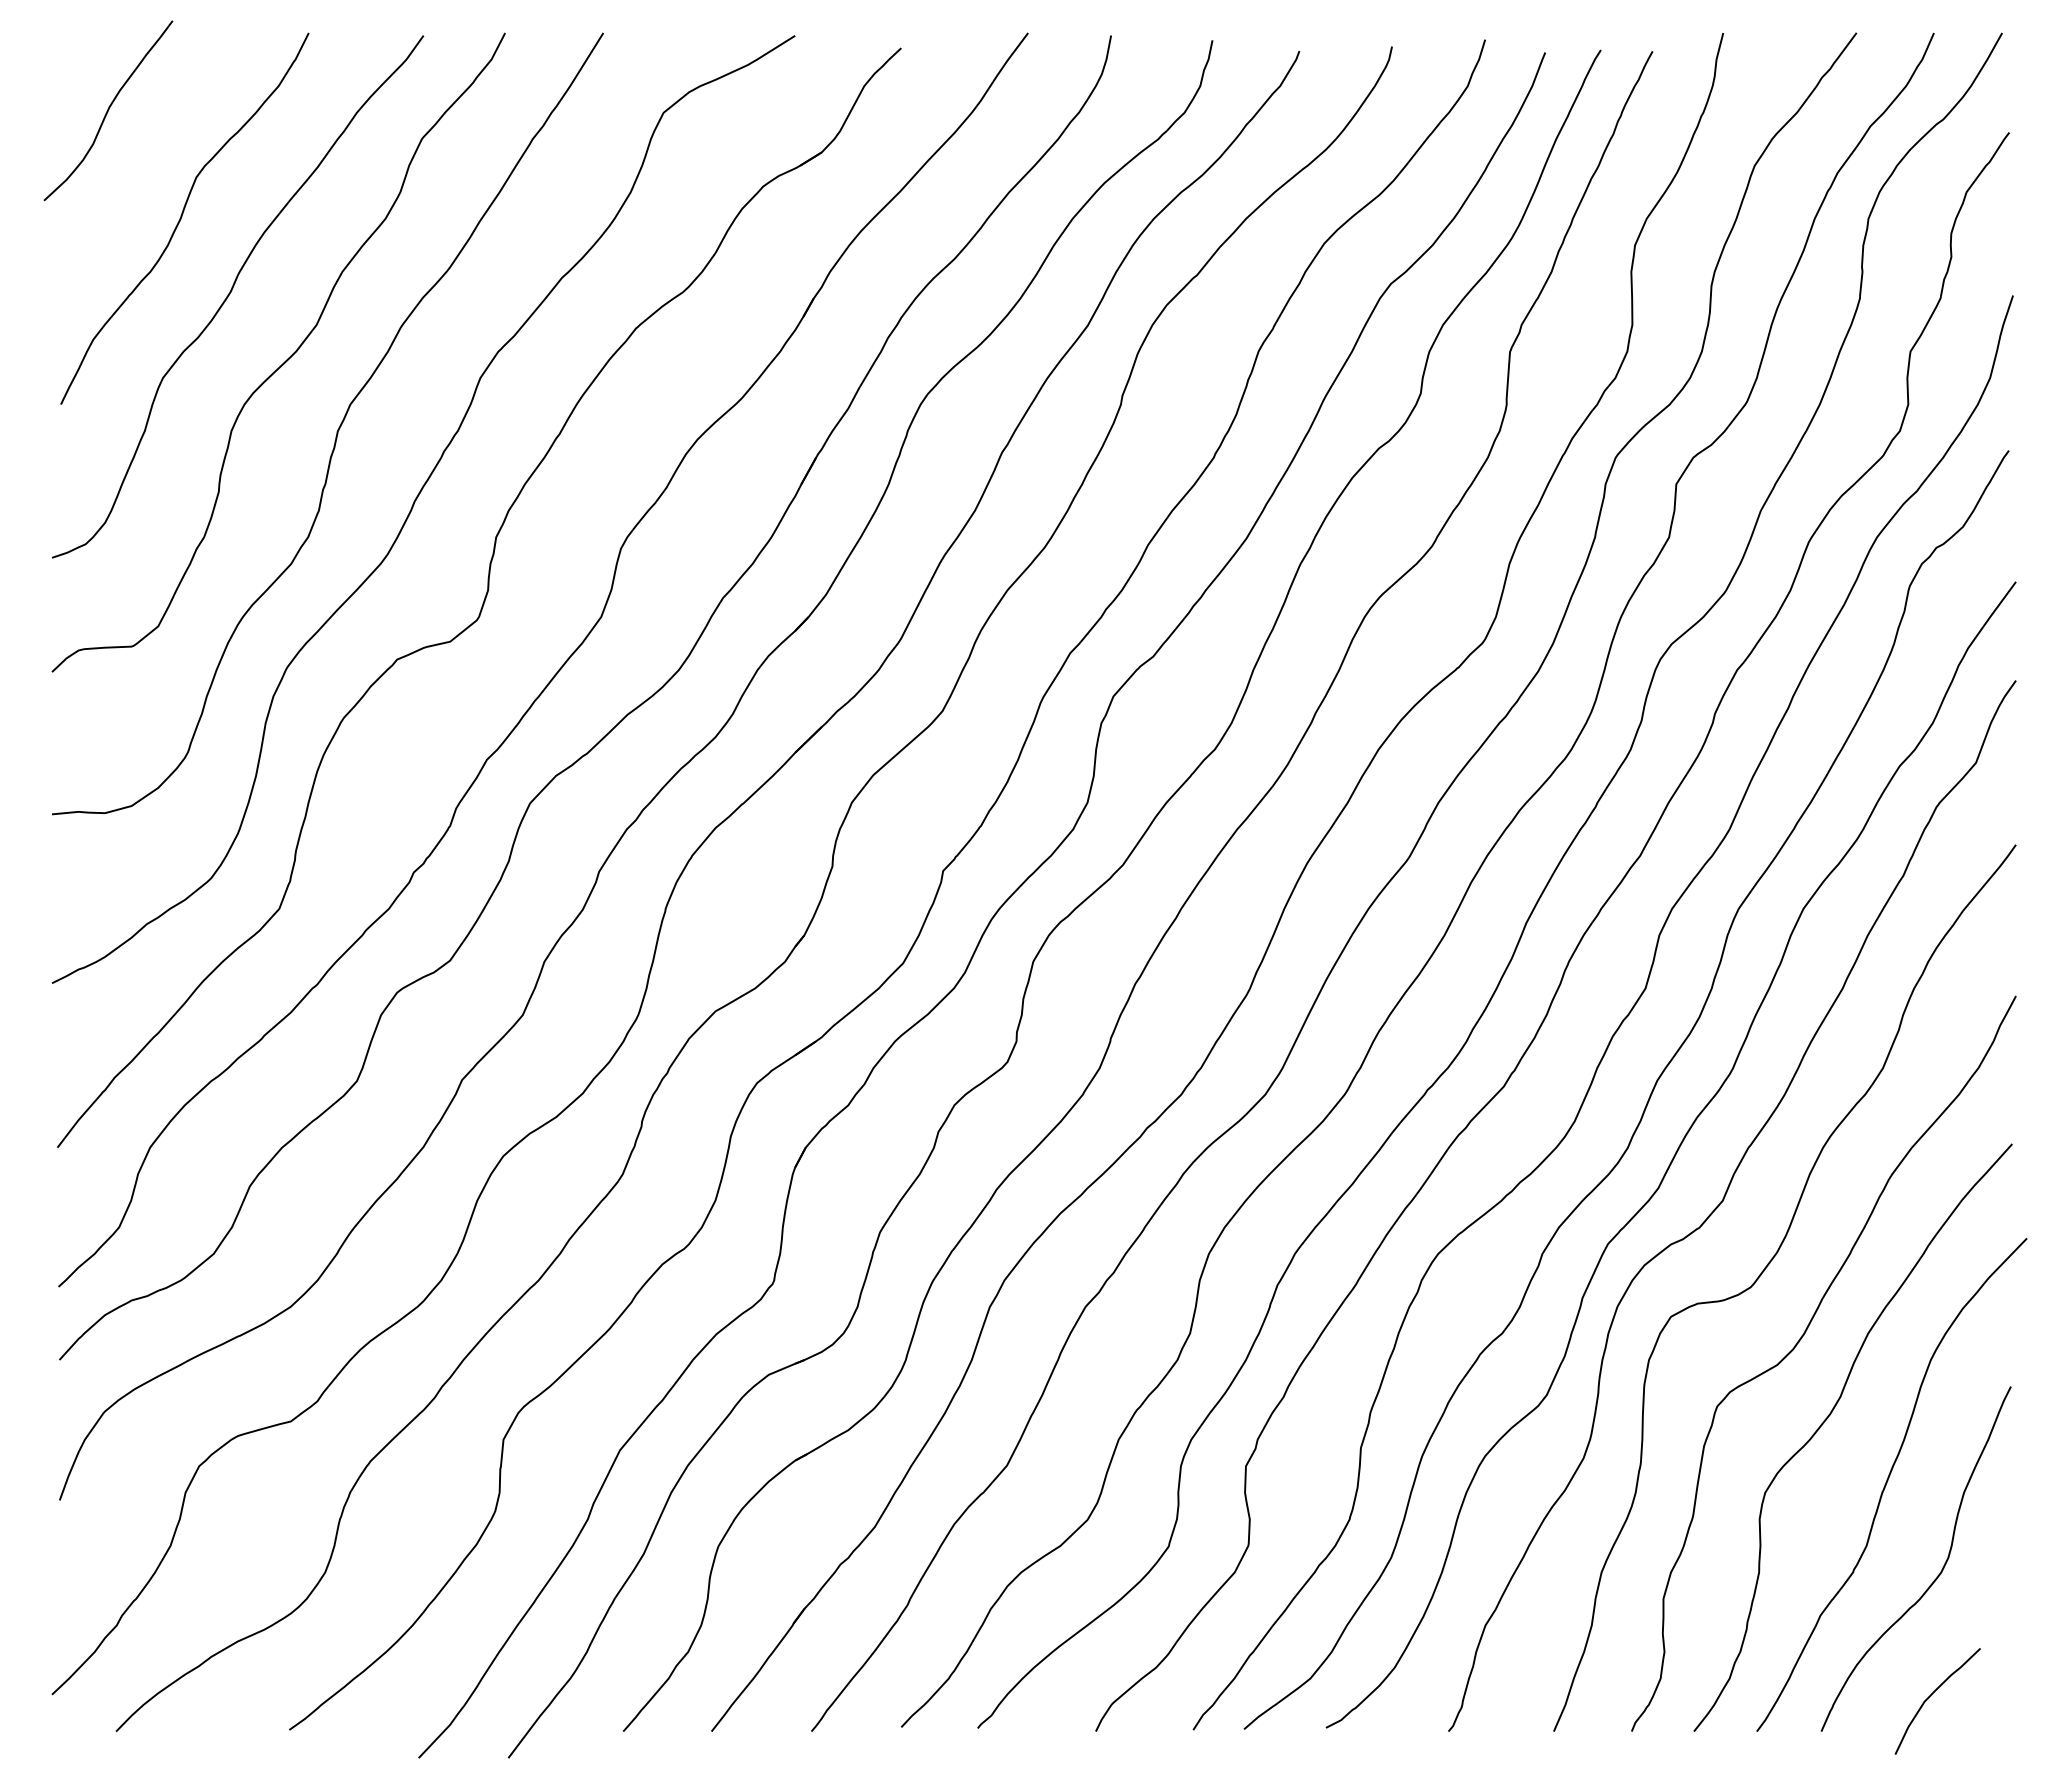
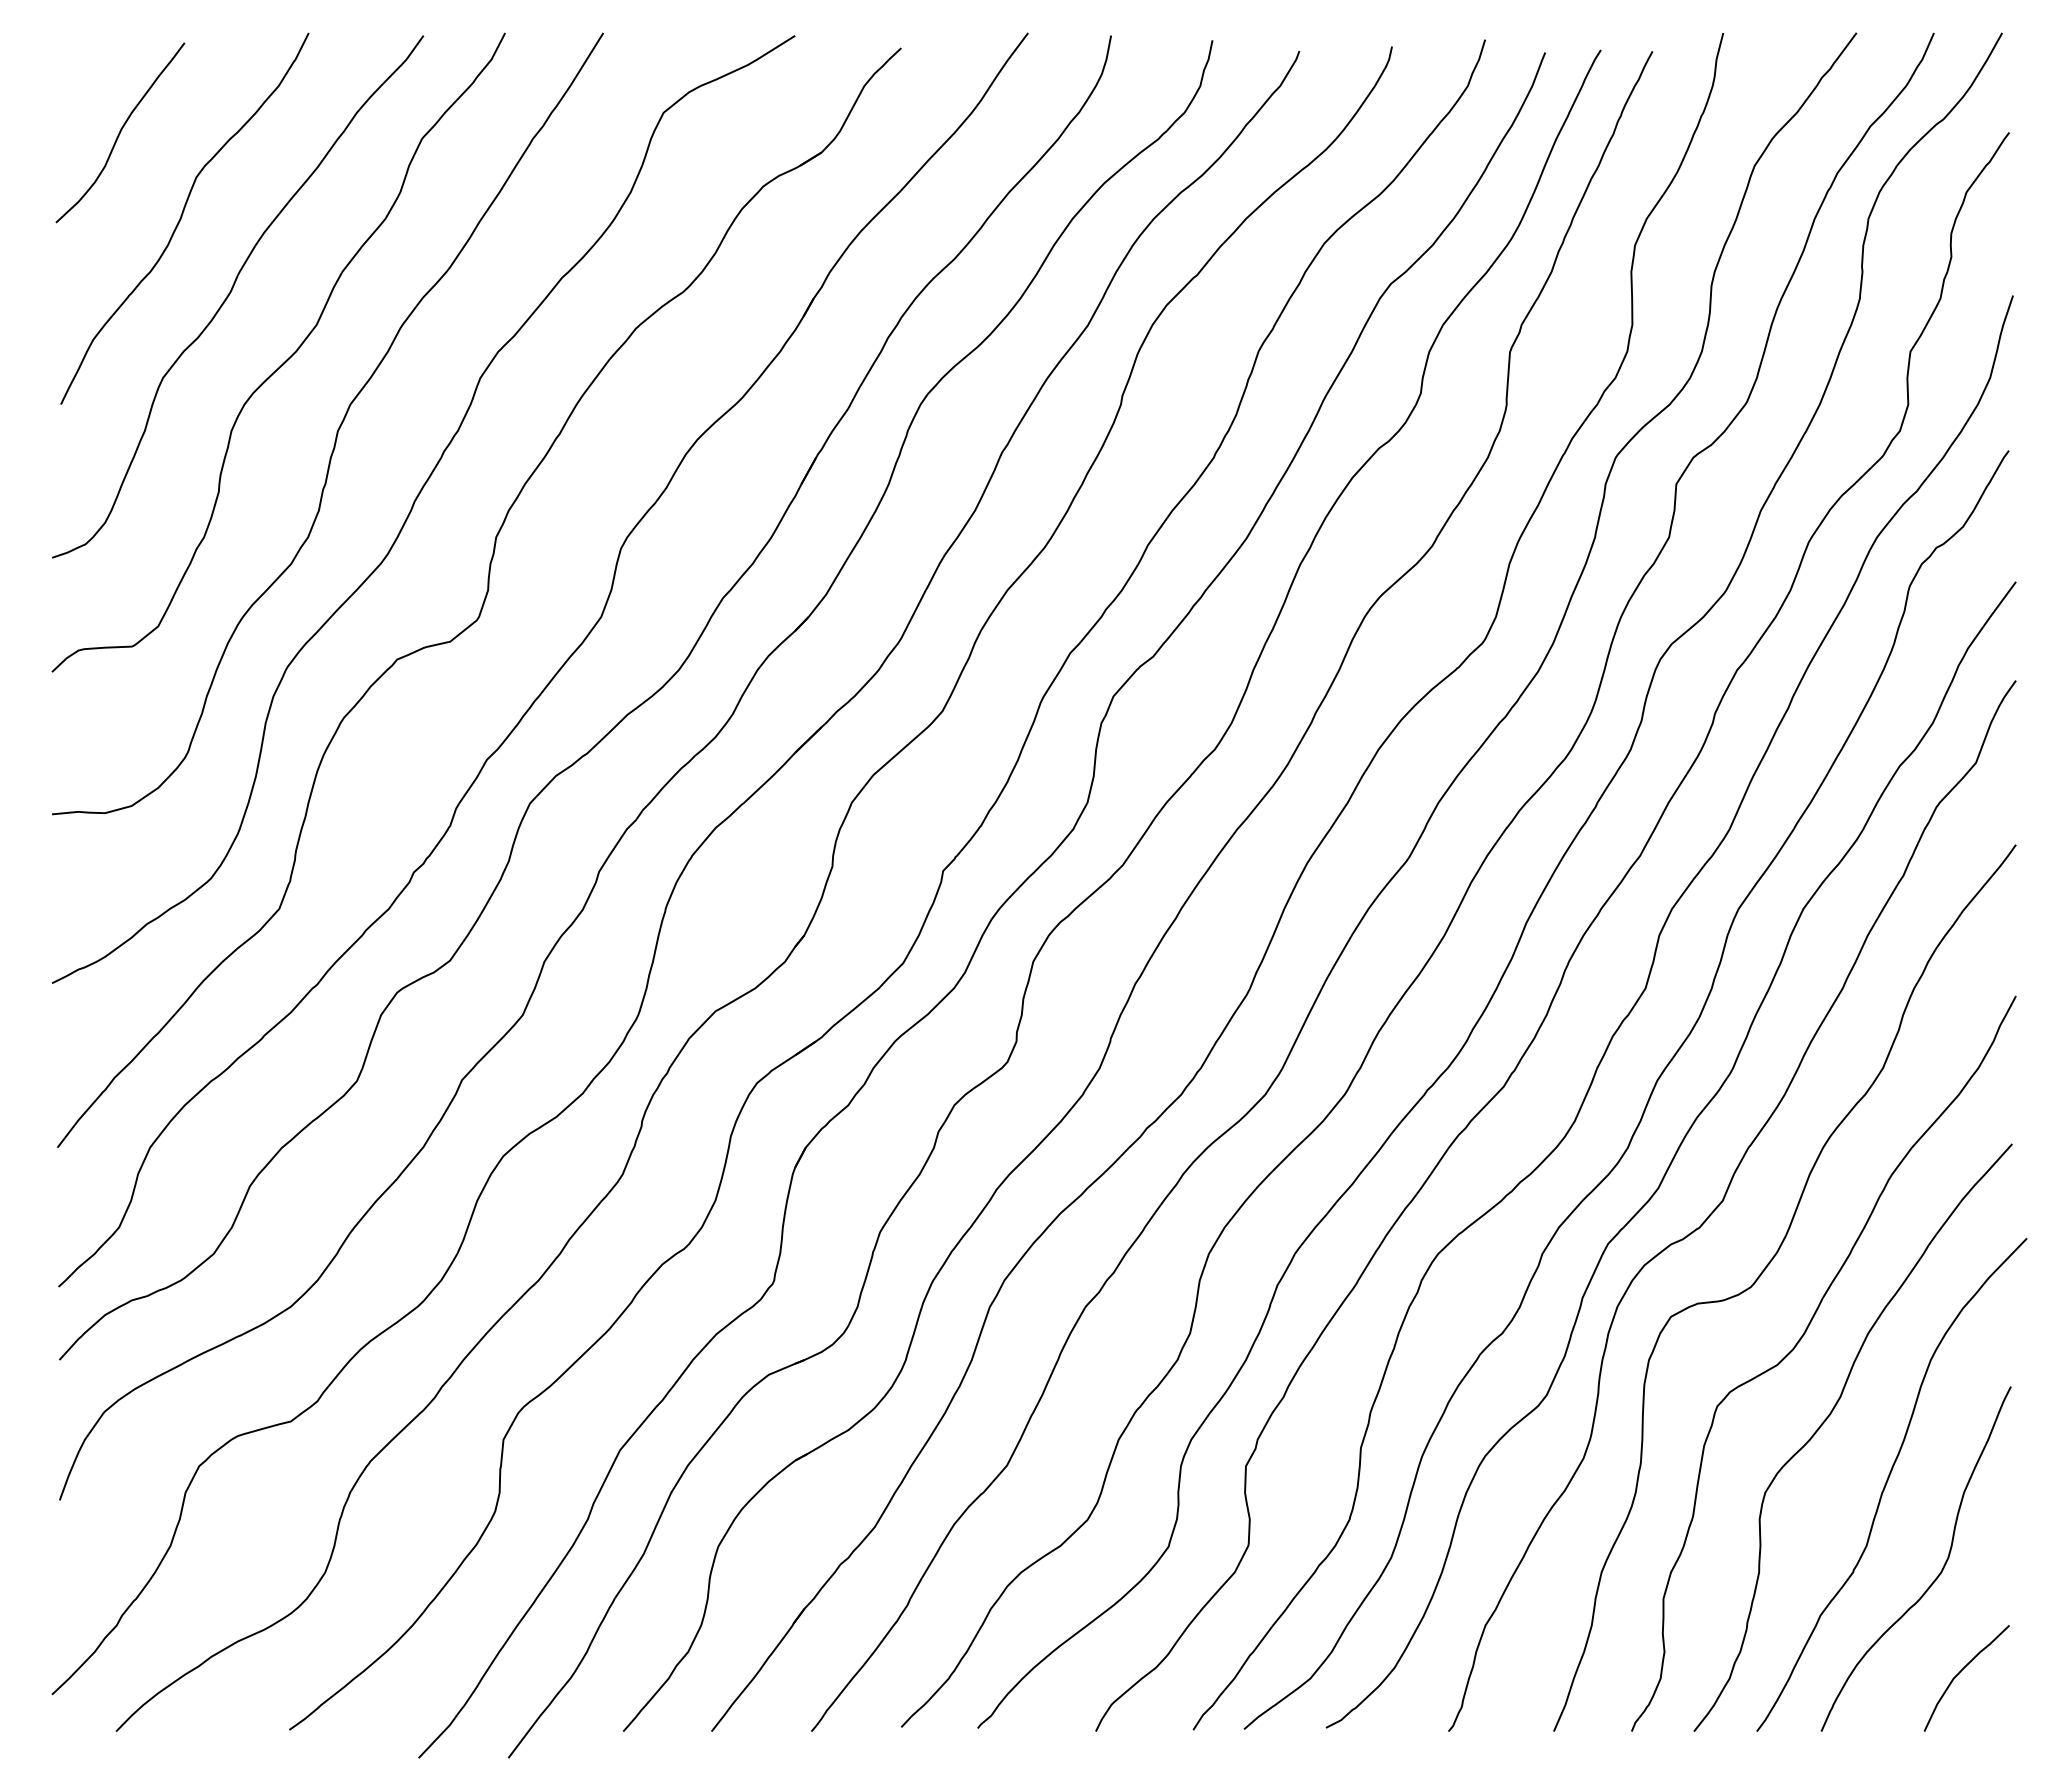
curve at (108, 110) position: (108, 110) -> (120, 132)
curve at (1931, 1696) position: (1931, 1696) -> (1960, 1673)
